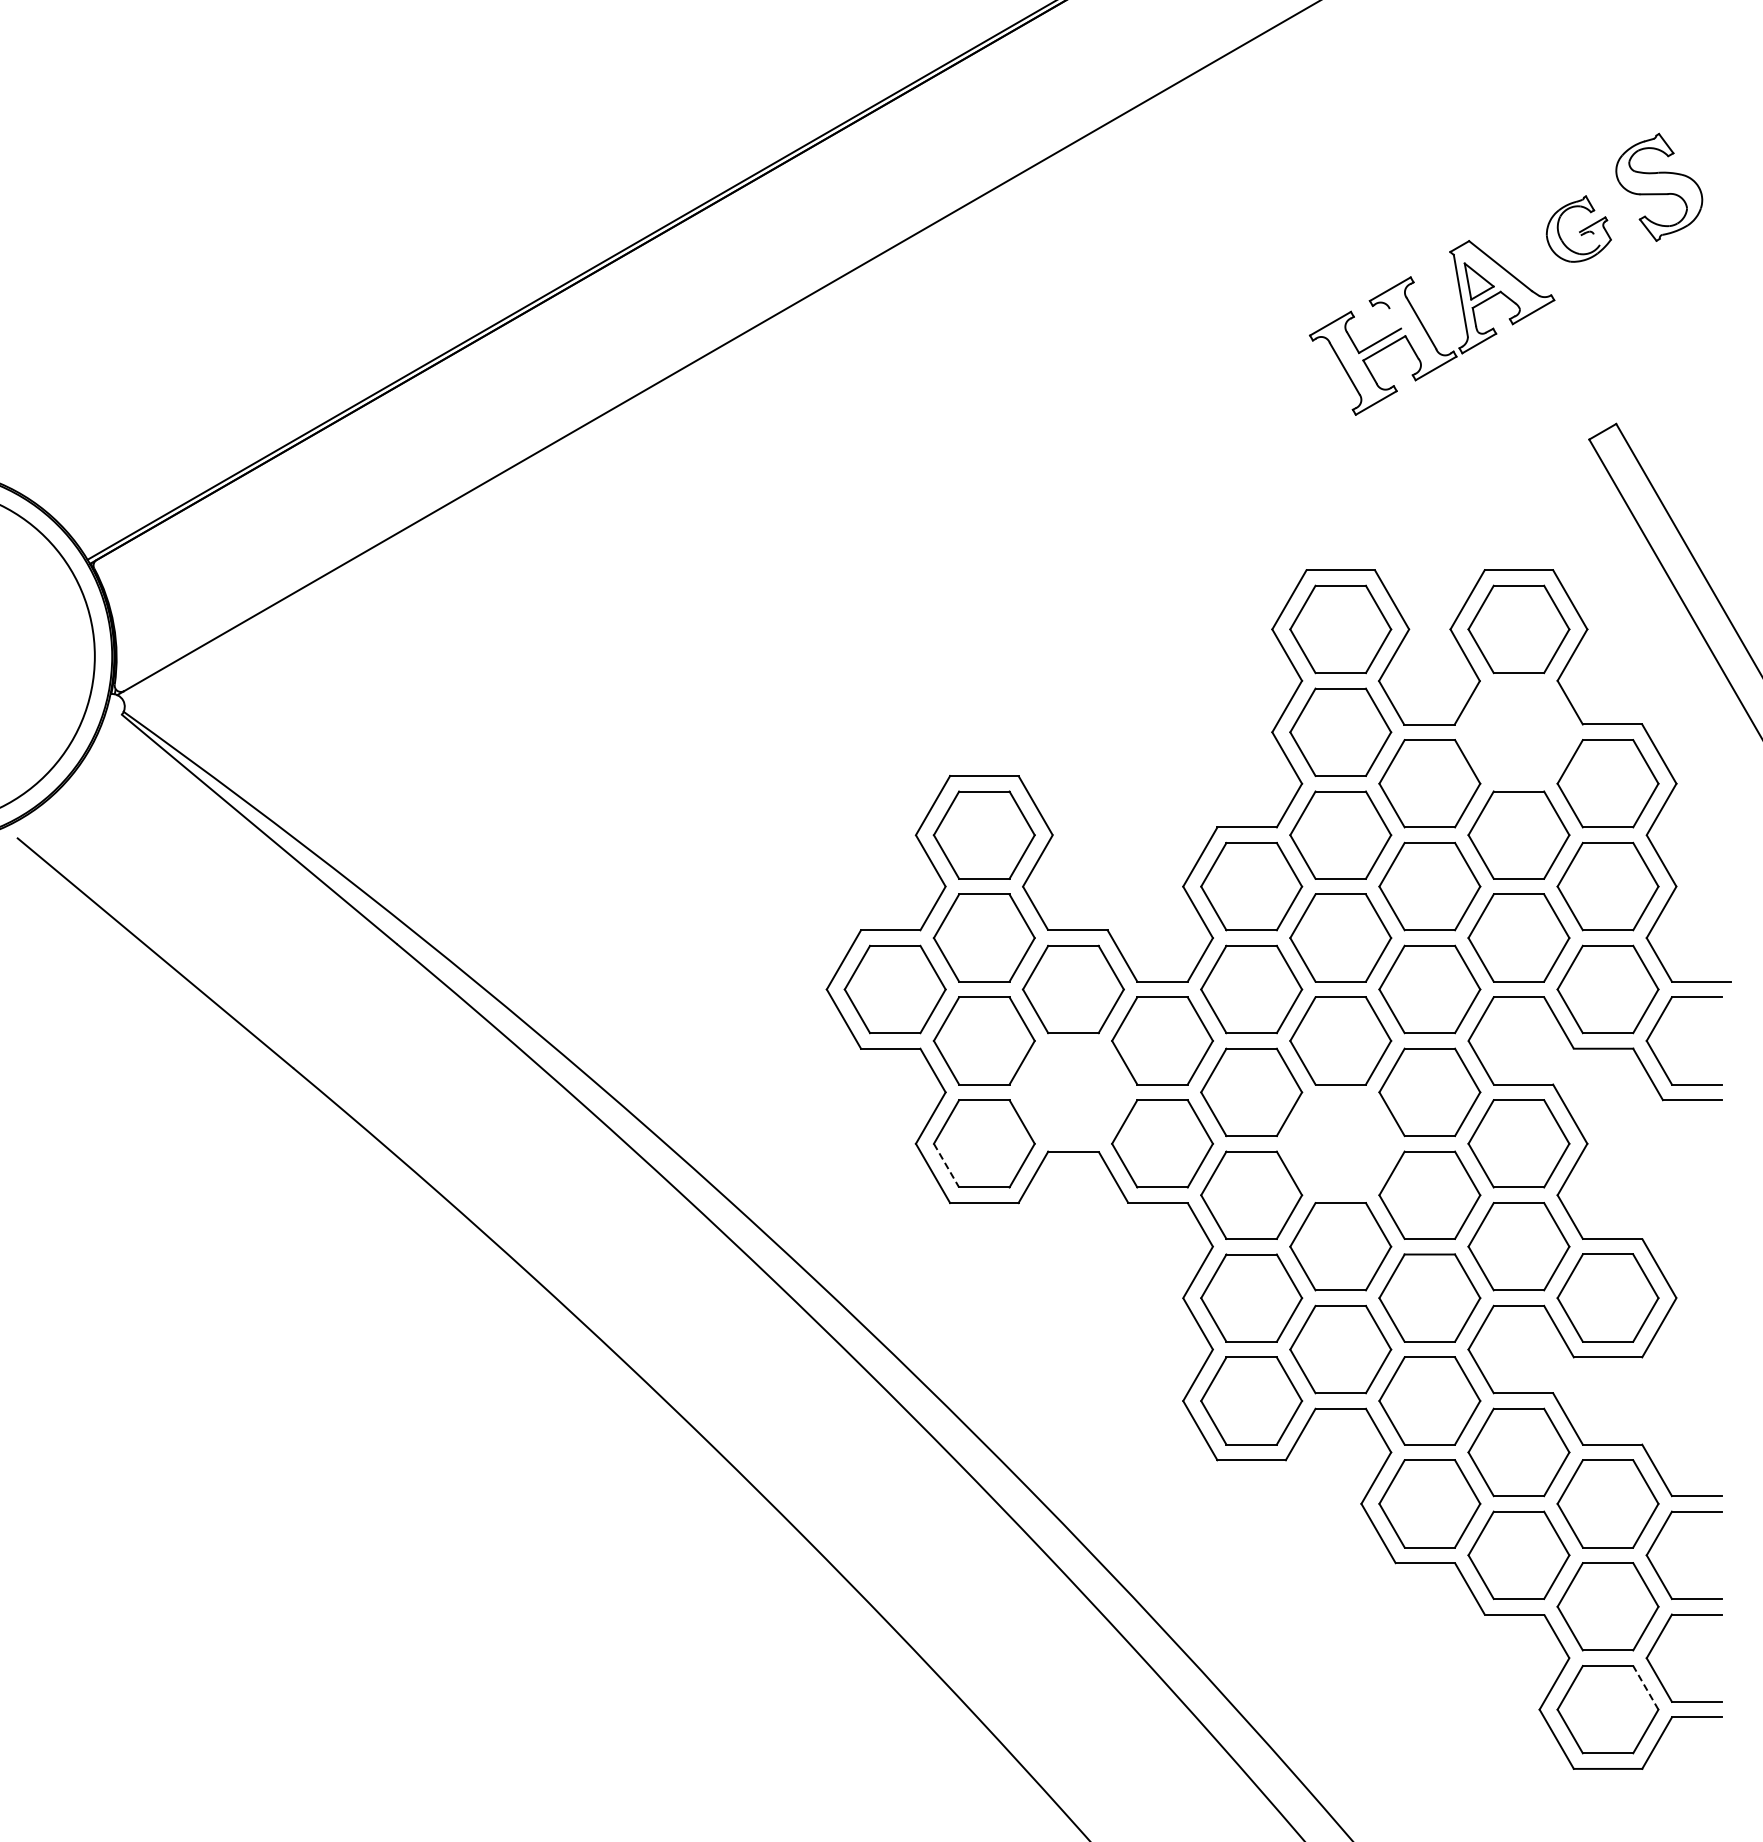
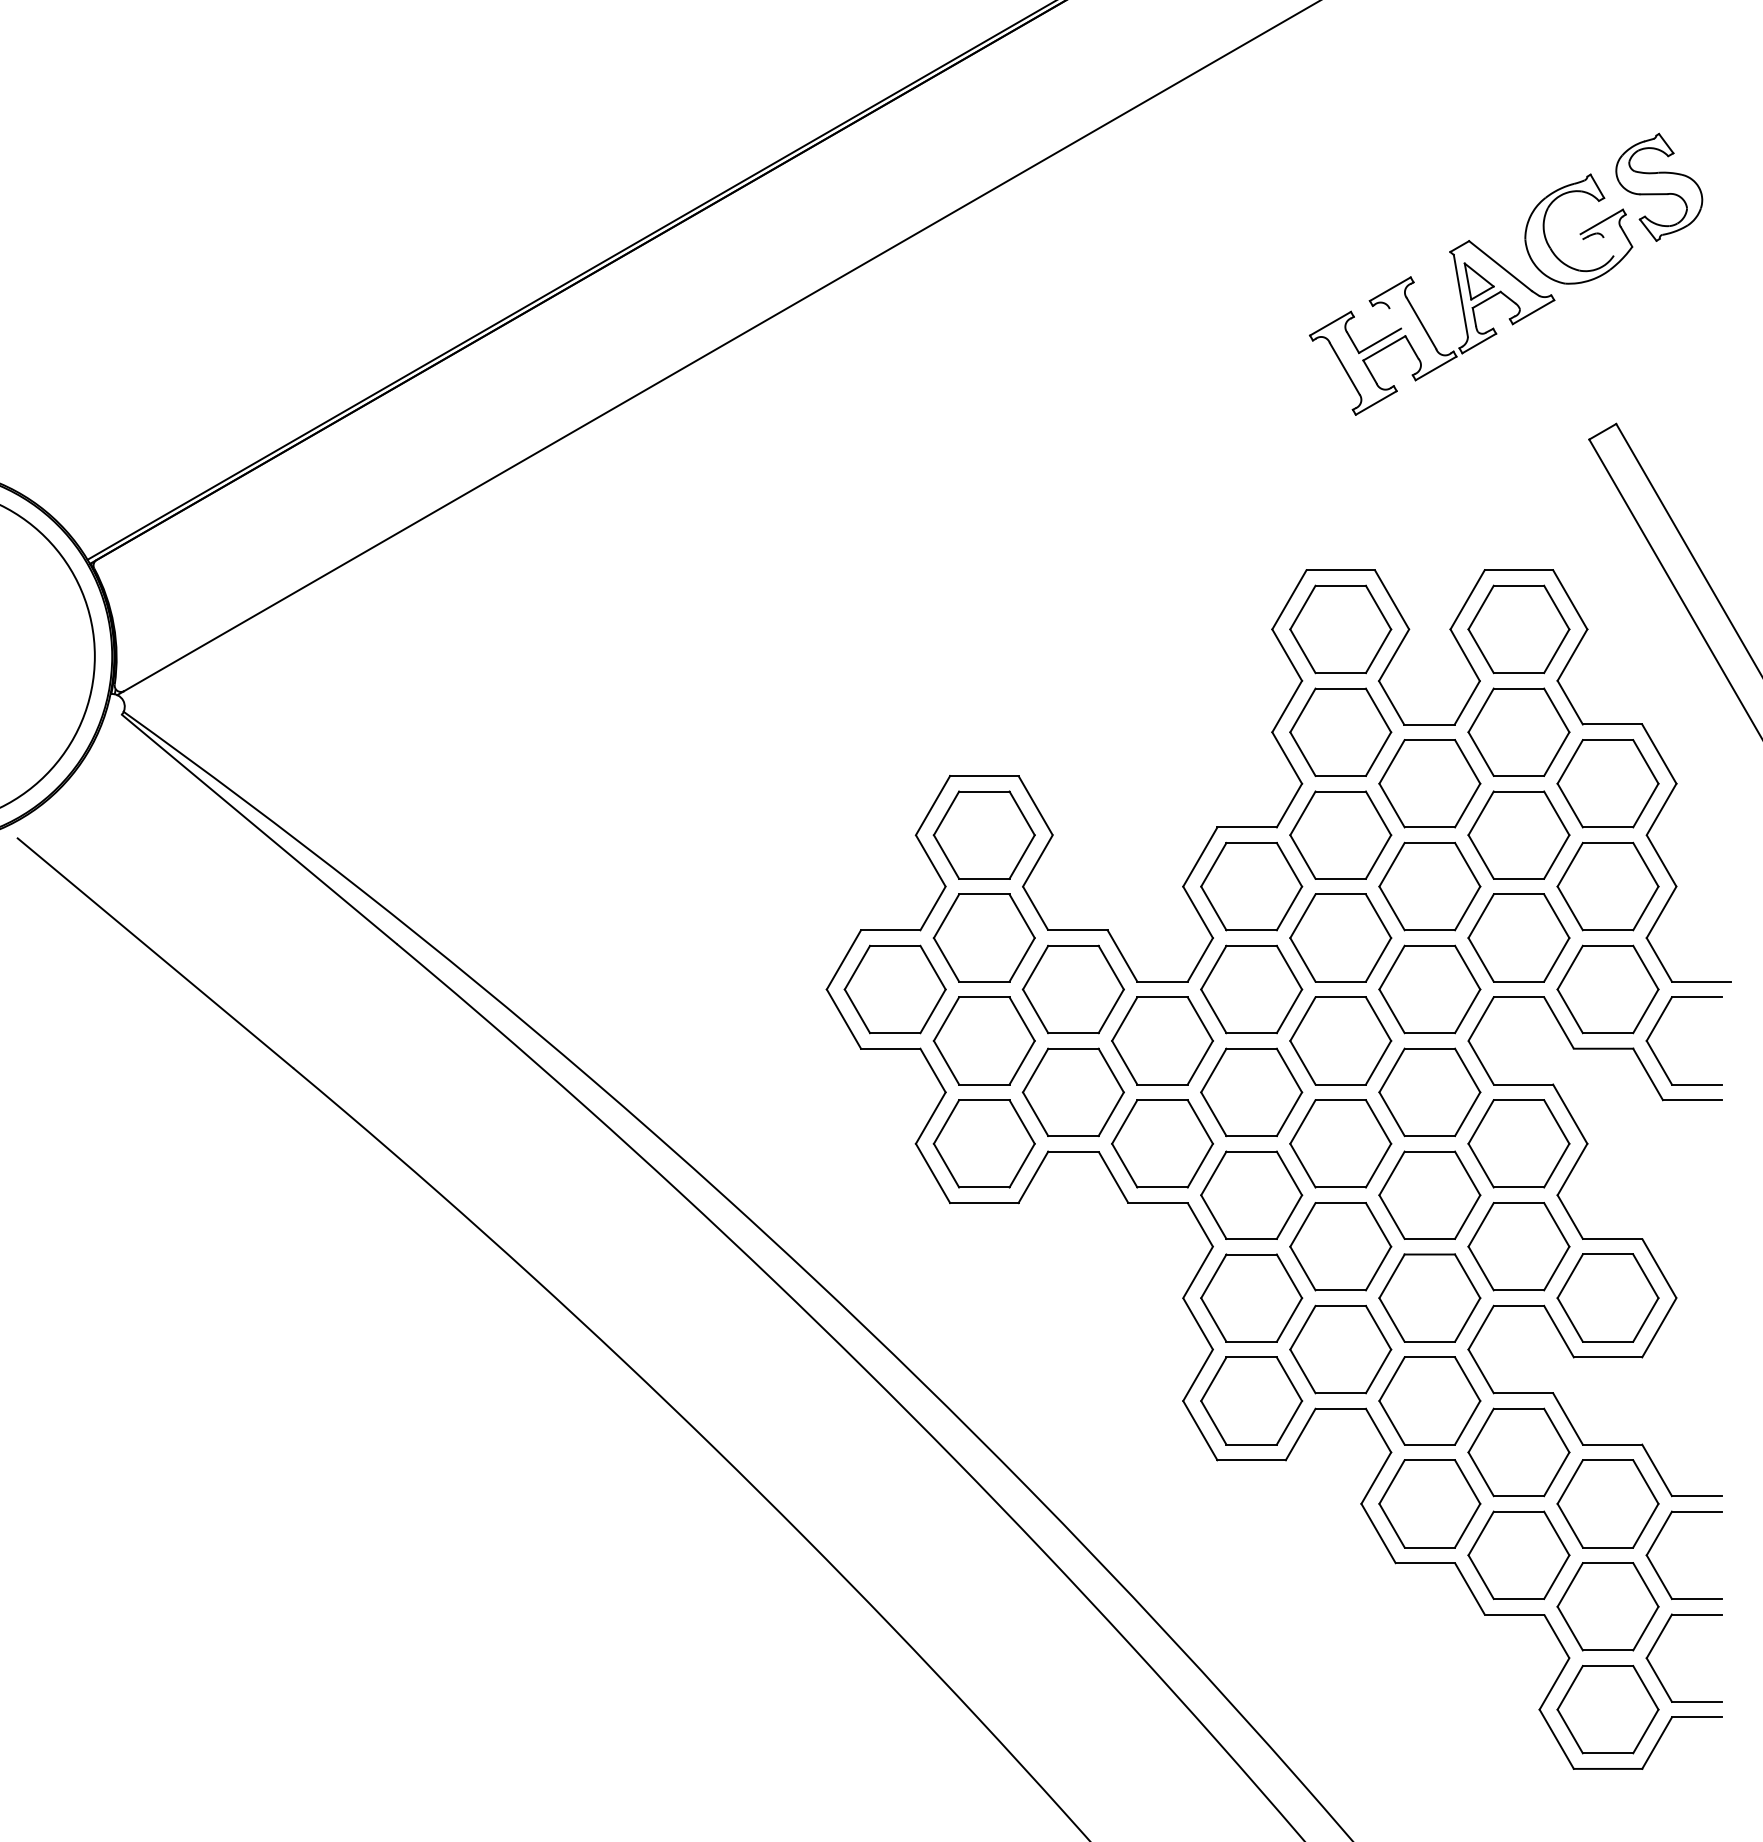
part at (1578, 228) size: 67x68 px -> 110x112 px
part at (1518, 731): none -> present
part at (1072, 1091): none -> present
part at (1340, 1143): none -> present
line at (946, 1166): dashed -> solid
line at (1645, 1687): dashed -> solid
